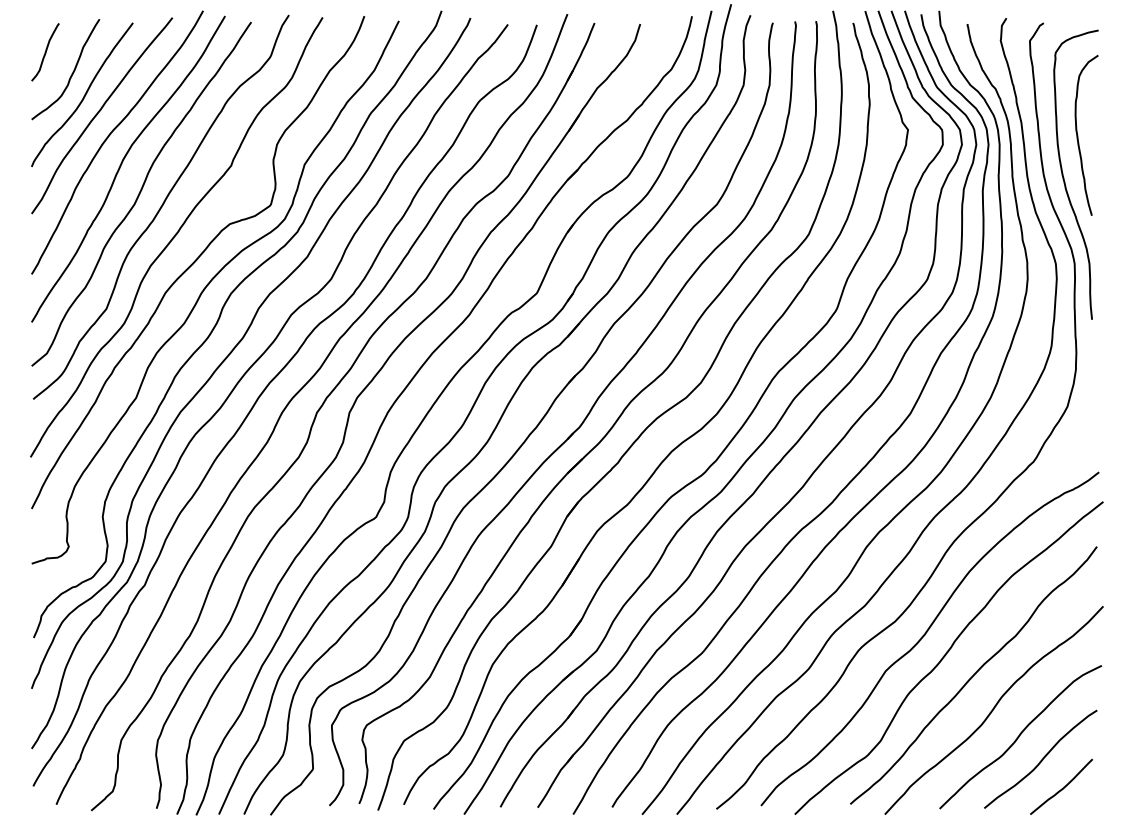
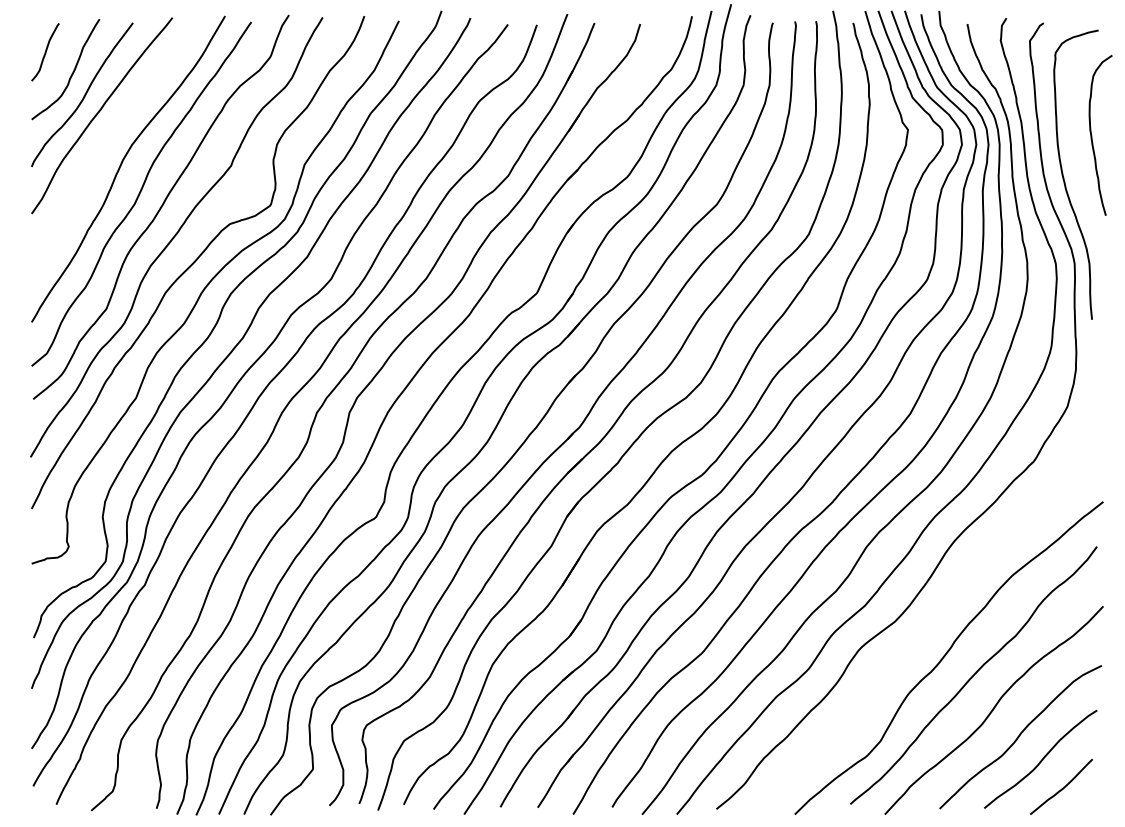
curve at (1078, 135) position: (1078, 135) -> (1092, 135)
curve at (108, 138): present -> none
curve at (925, 635): present -> none
